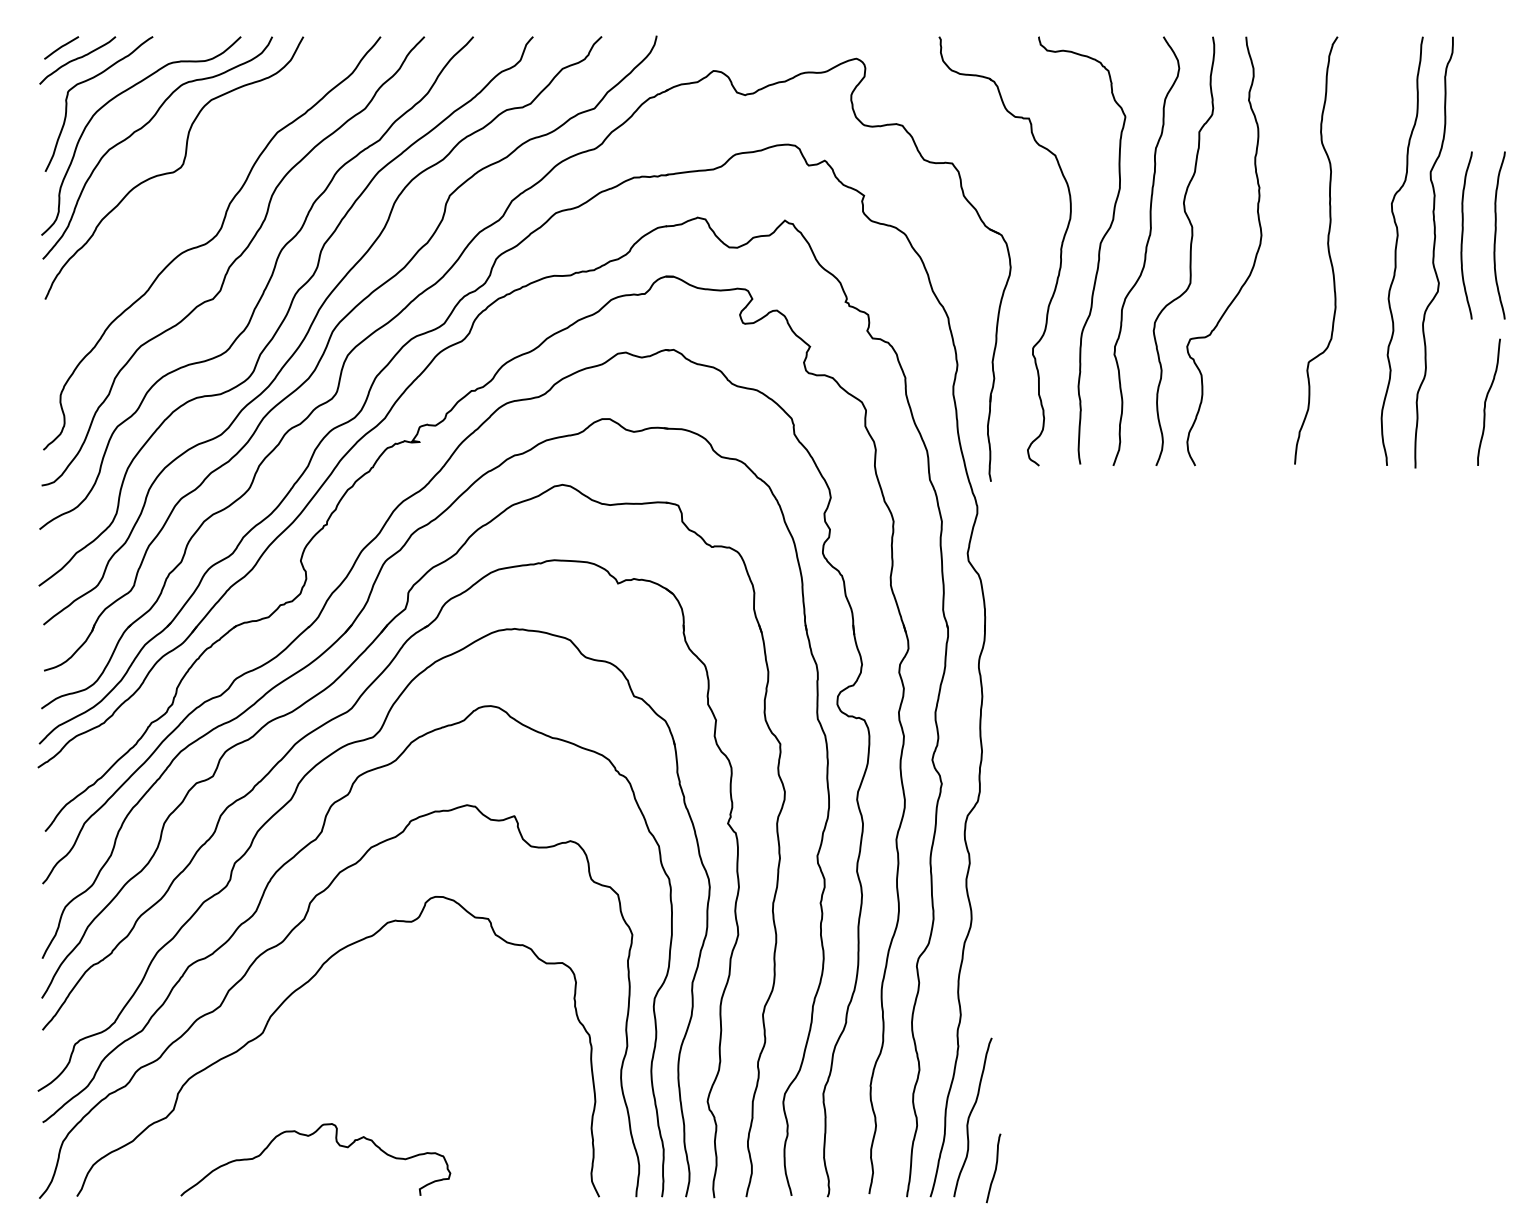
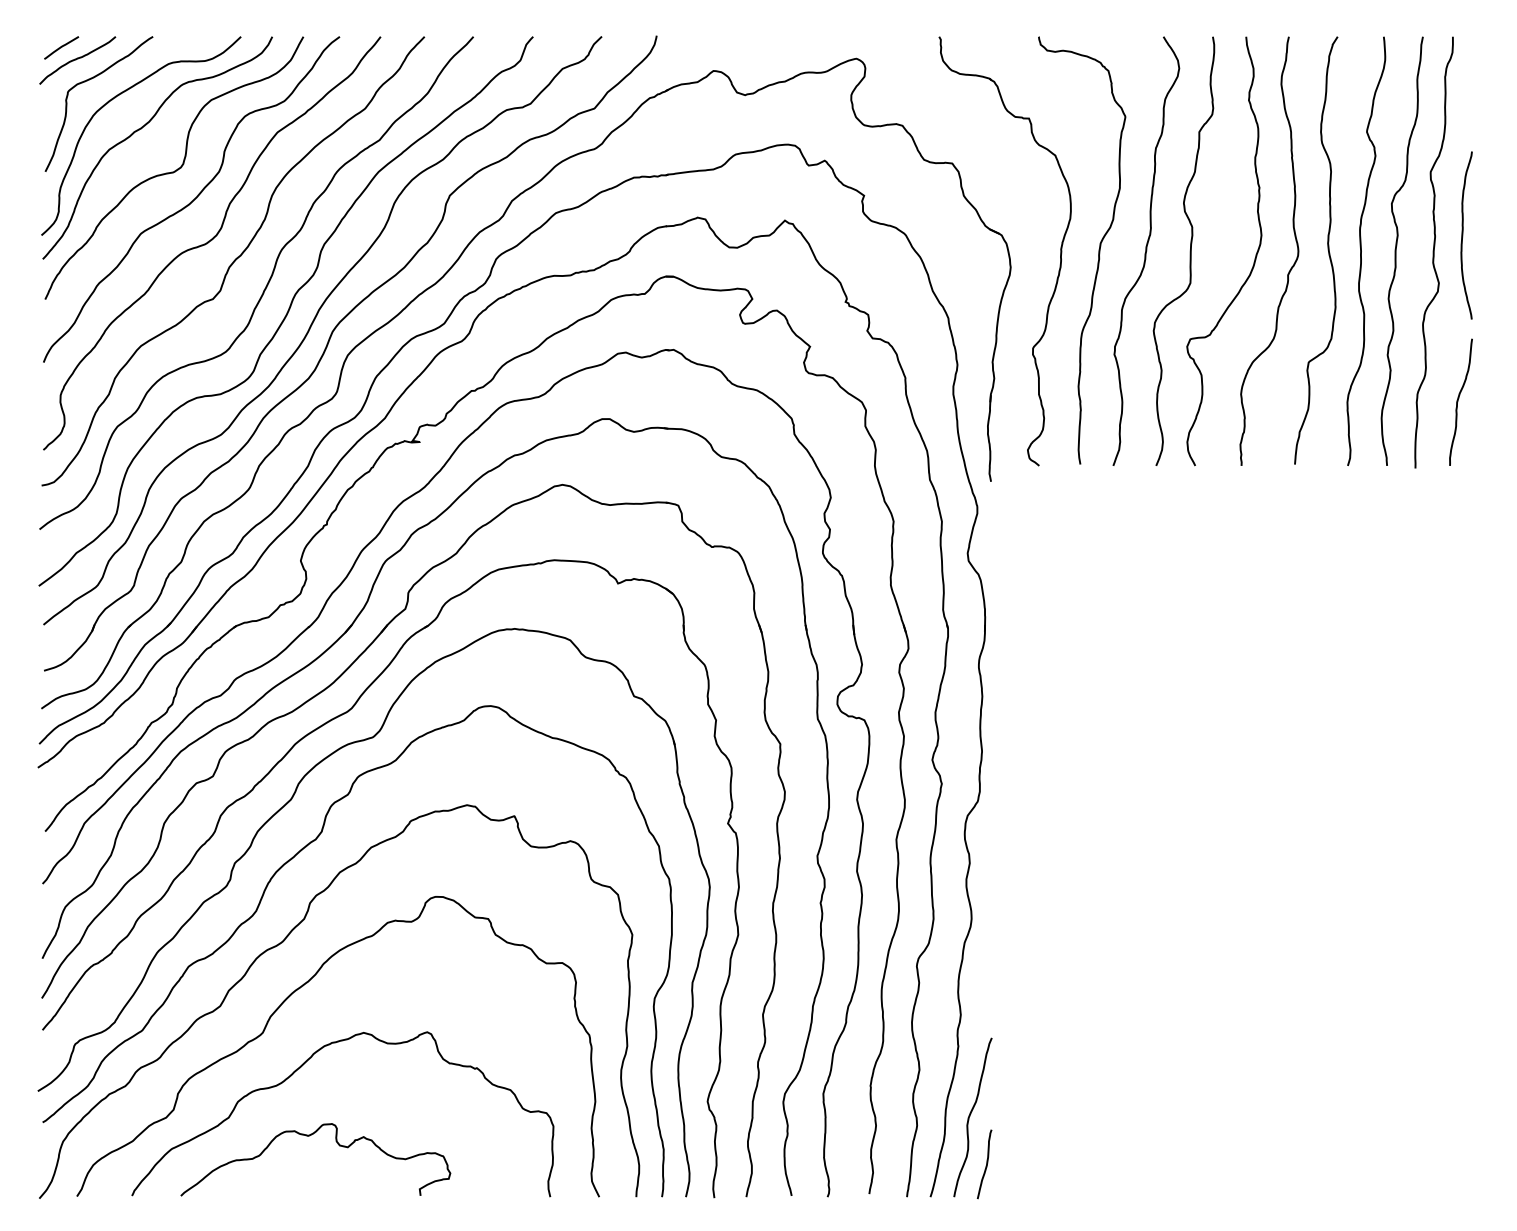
curve at (192, 200): none -> present
curve at (1496, 235): present -> none
curve at (1361, 250): none -> present
curve at (1291, 266): none -> present
curve at (1486, 401) position: (1486, 401) -> (1458, 401)
curve at (300, 1068): none -> present
curve at (994, 1169) position: (994, 1169) -> (985, 1165)
